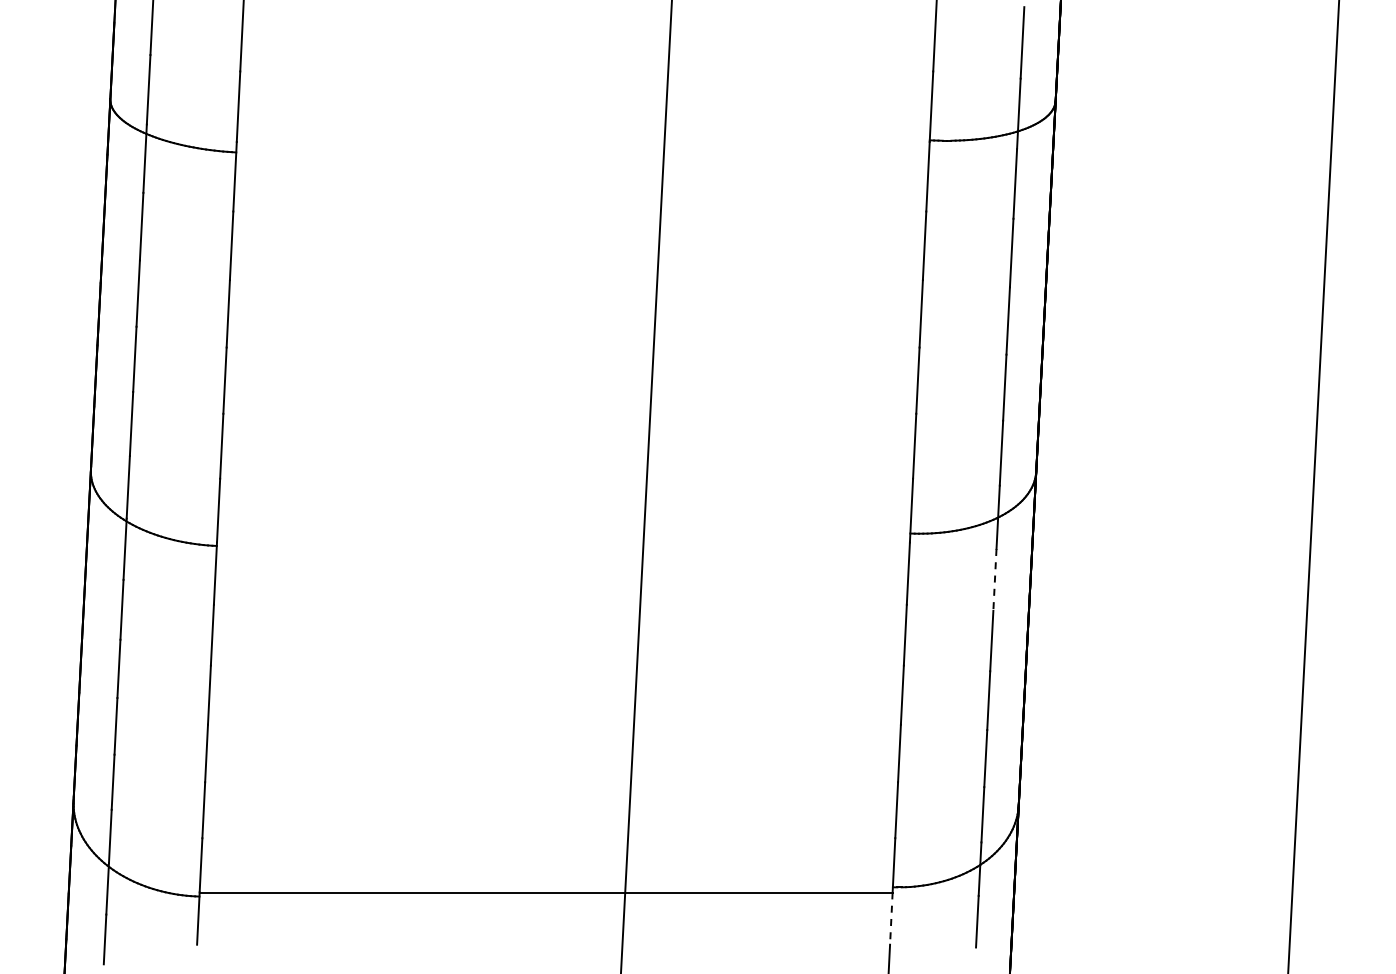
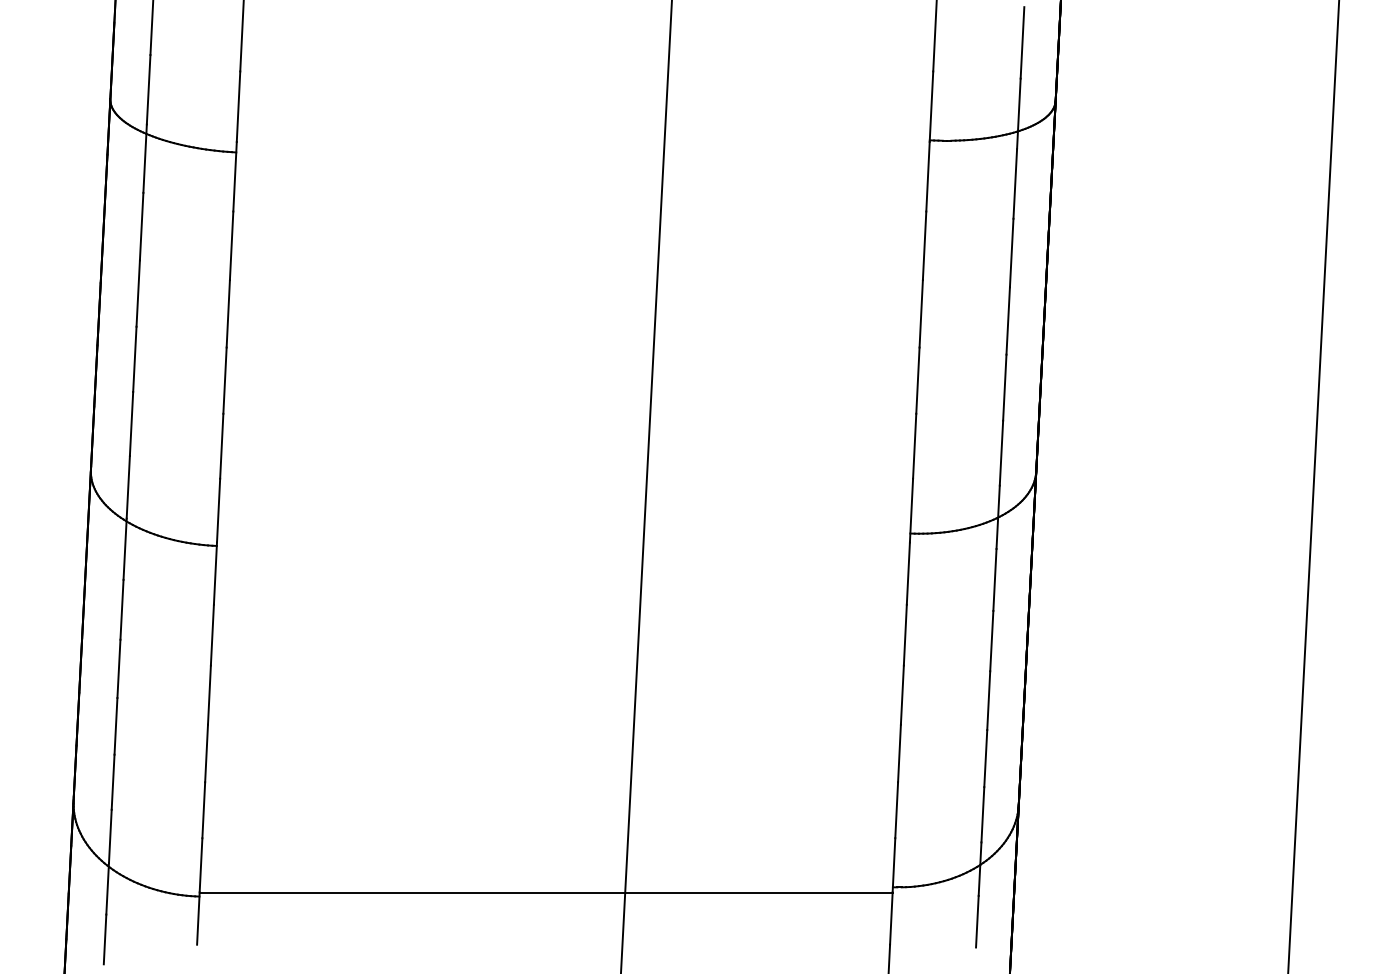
line at (994, 580): dashed -> solid
line at (891, 919): dashed -> solid
